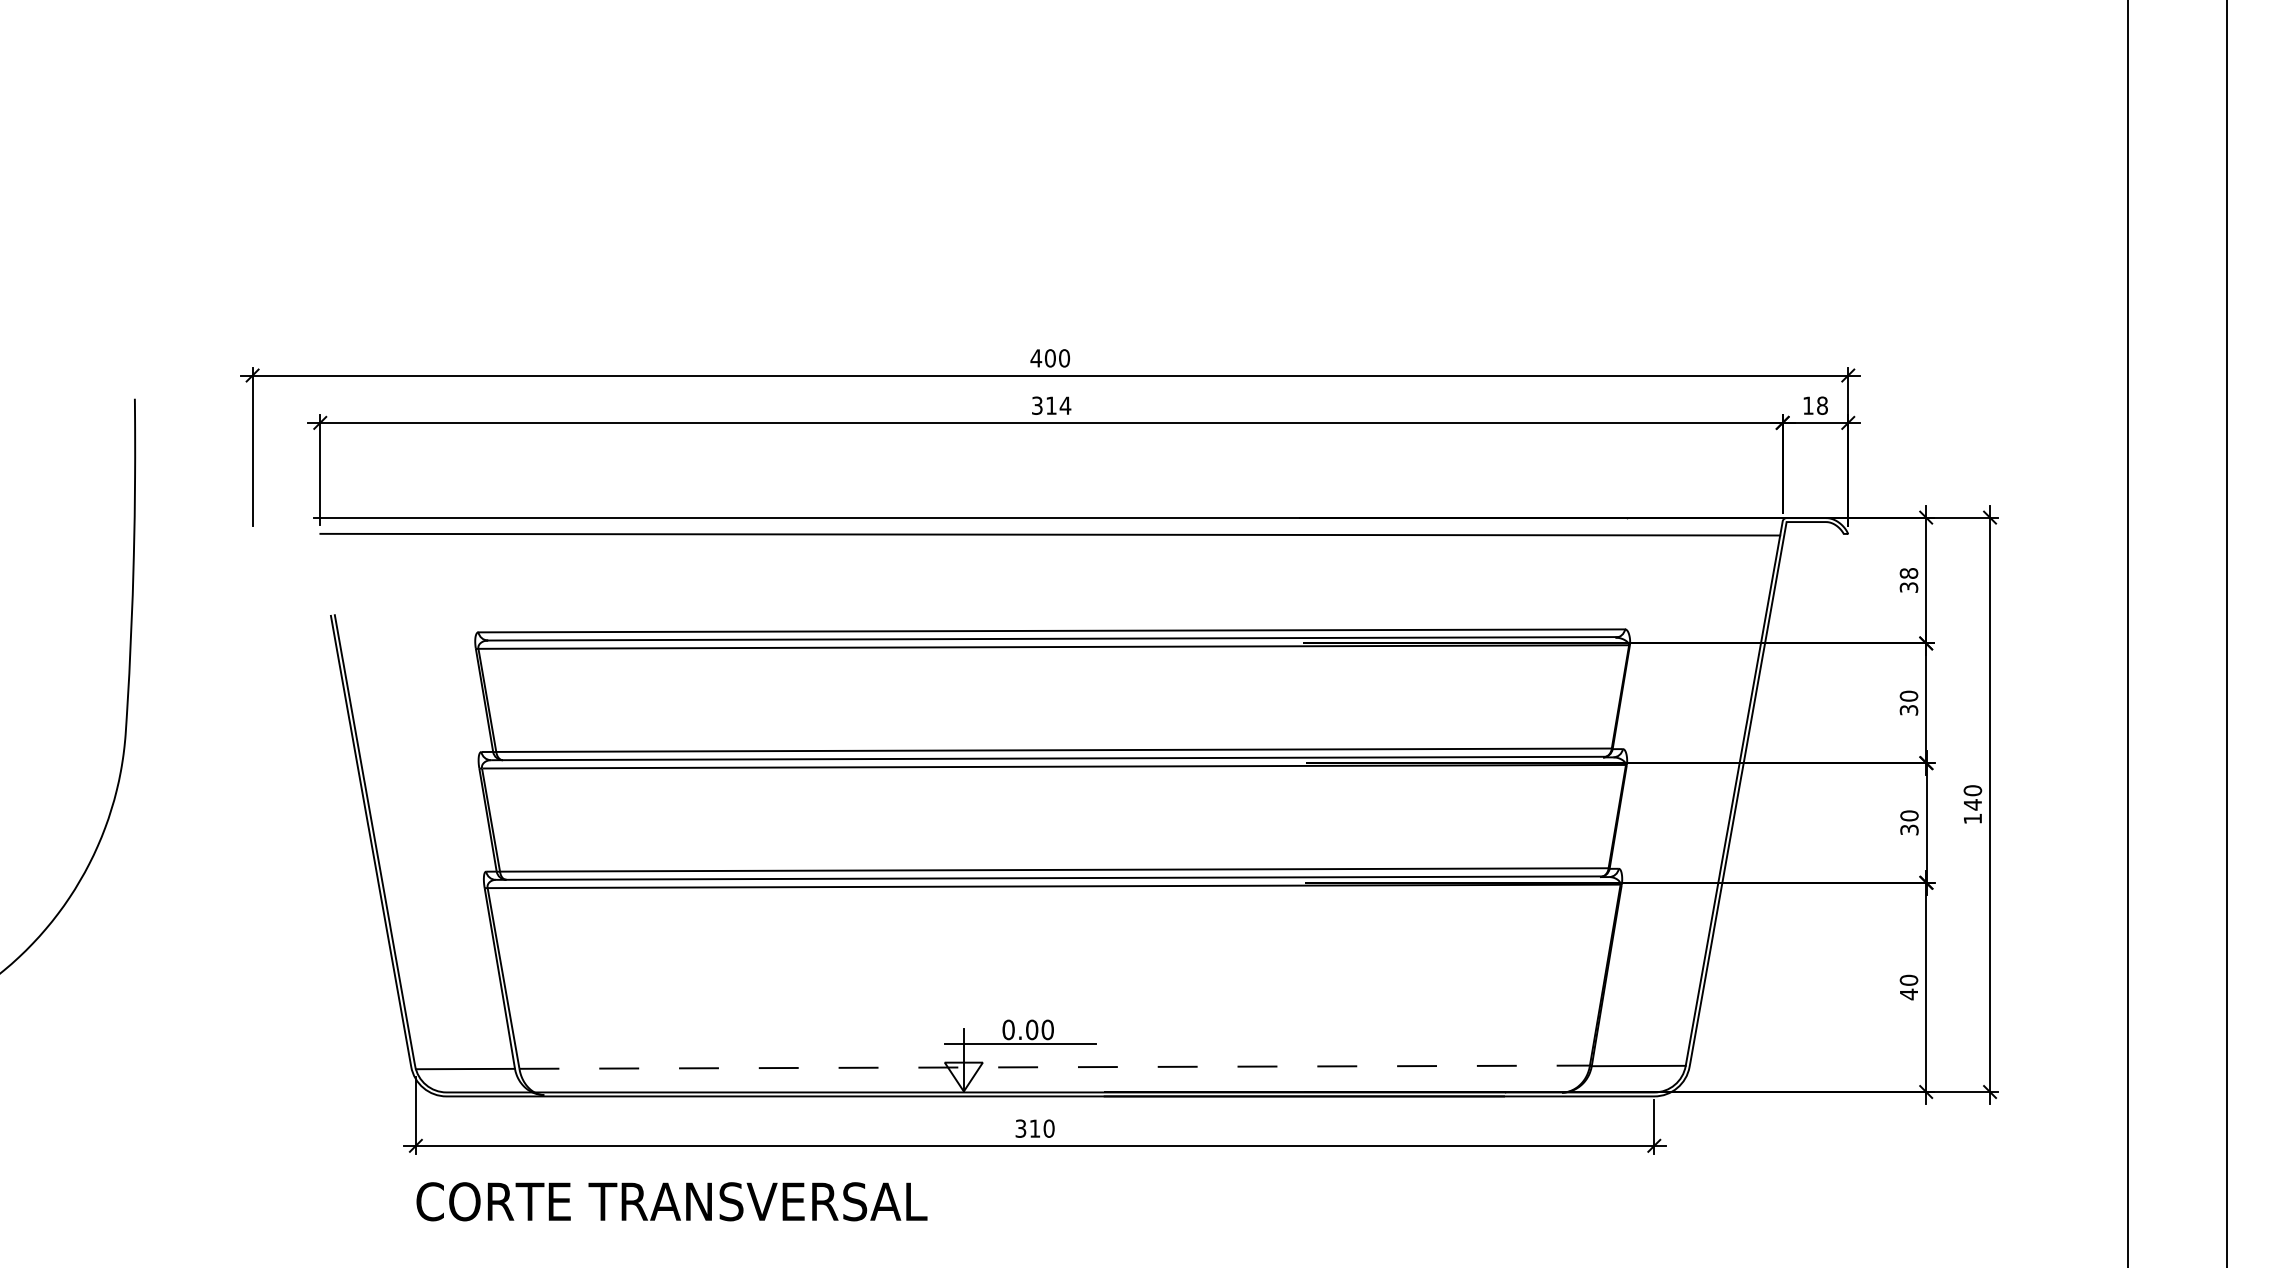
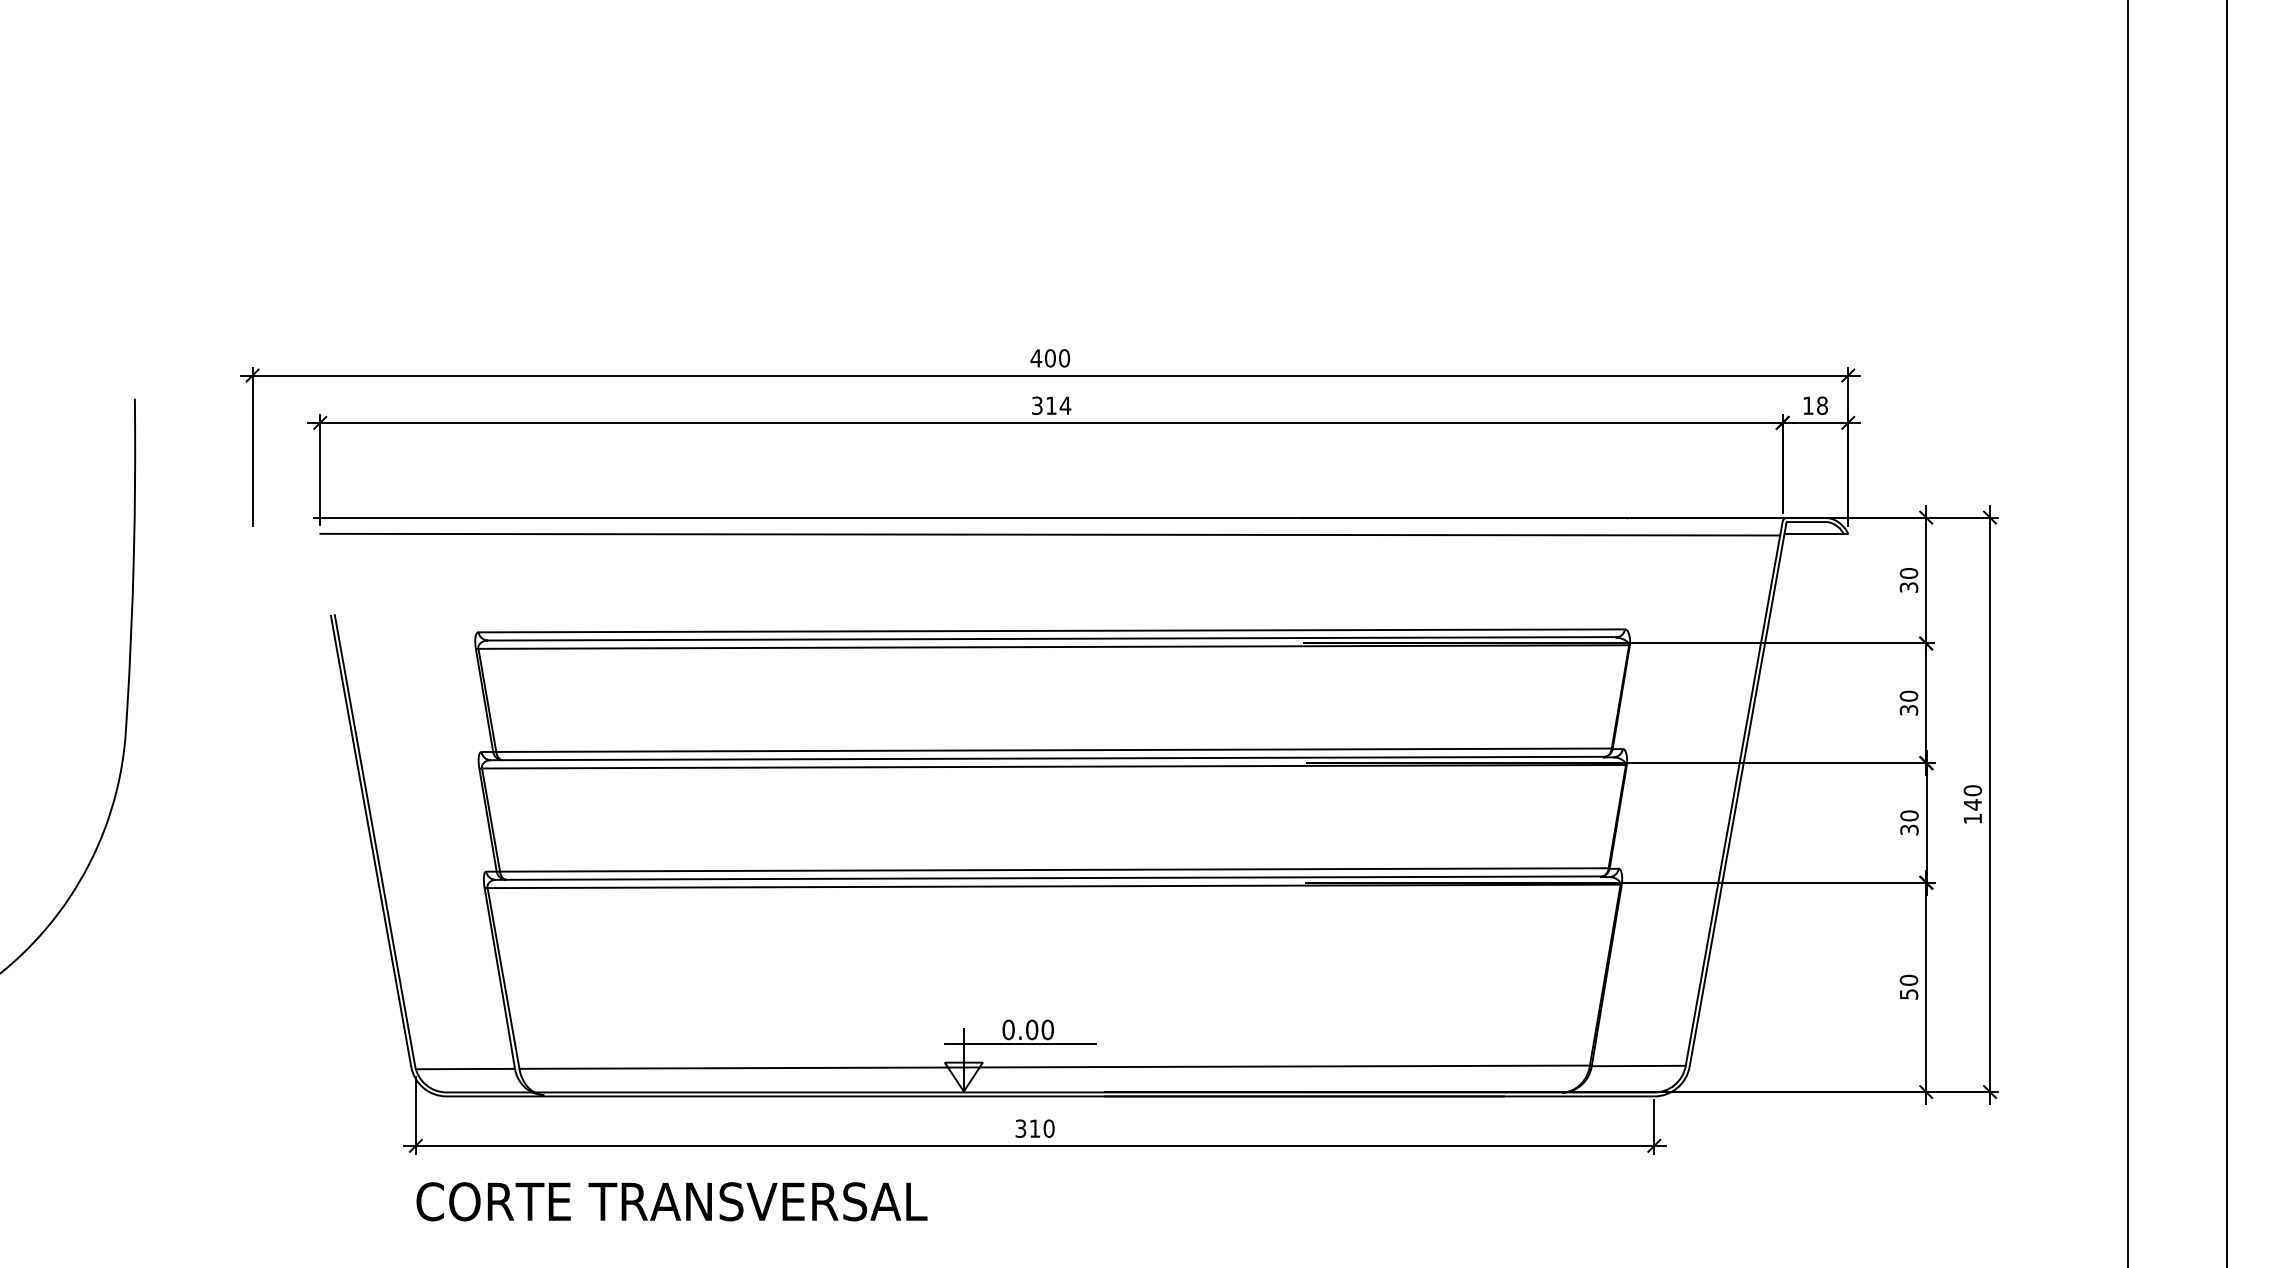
line at (1813, 533): none -> present
text at (1908, 573): 38 -> 30
text at (1909, 994): 40 -> 50
line at (1055, 1067): dashed -> solid
